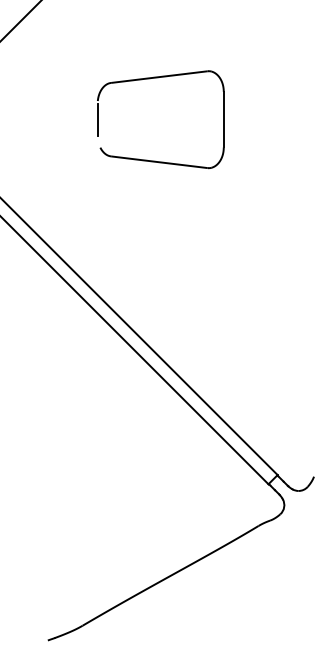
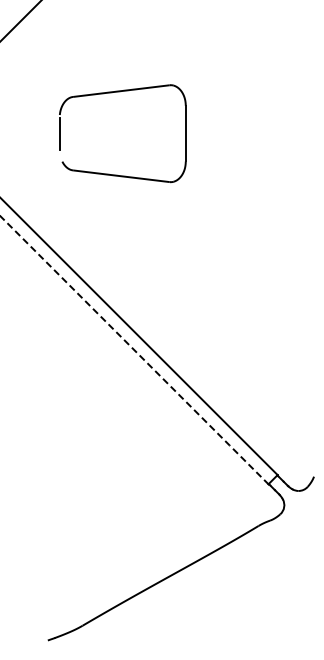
part at (158, 78) position: (158, 78) -> (120, 92)
line at (135, 351): solid -> dashed
